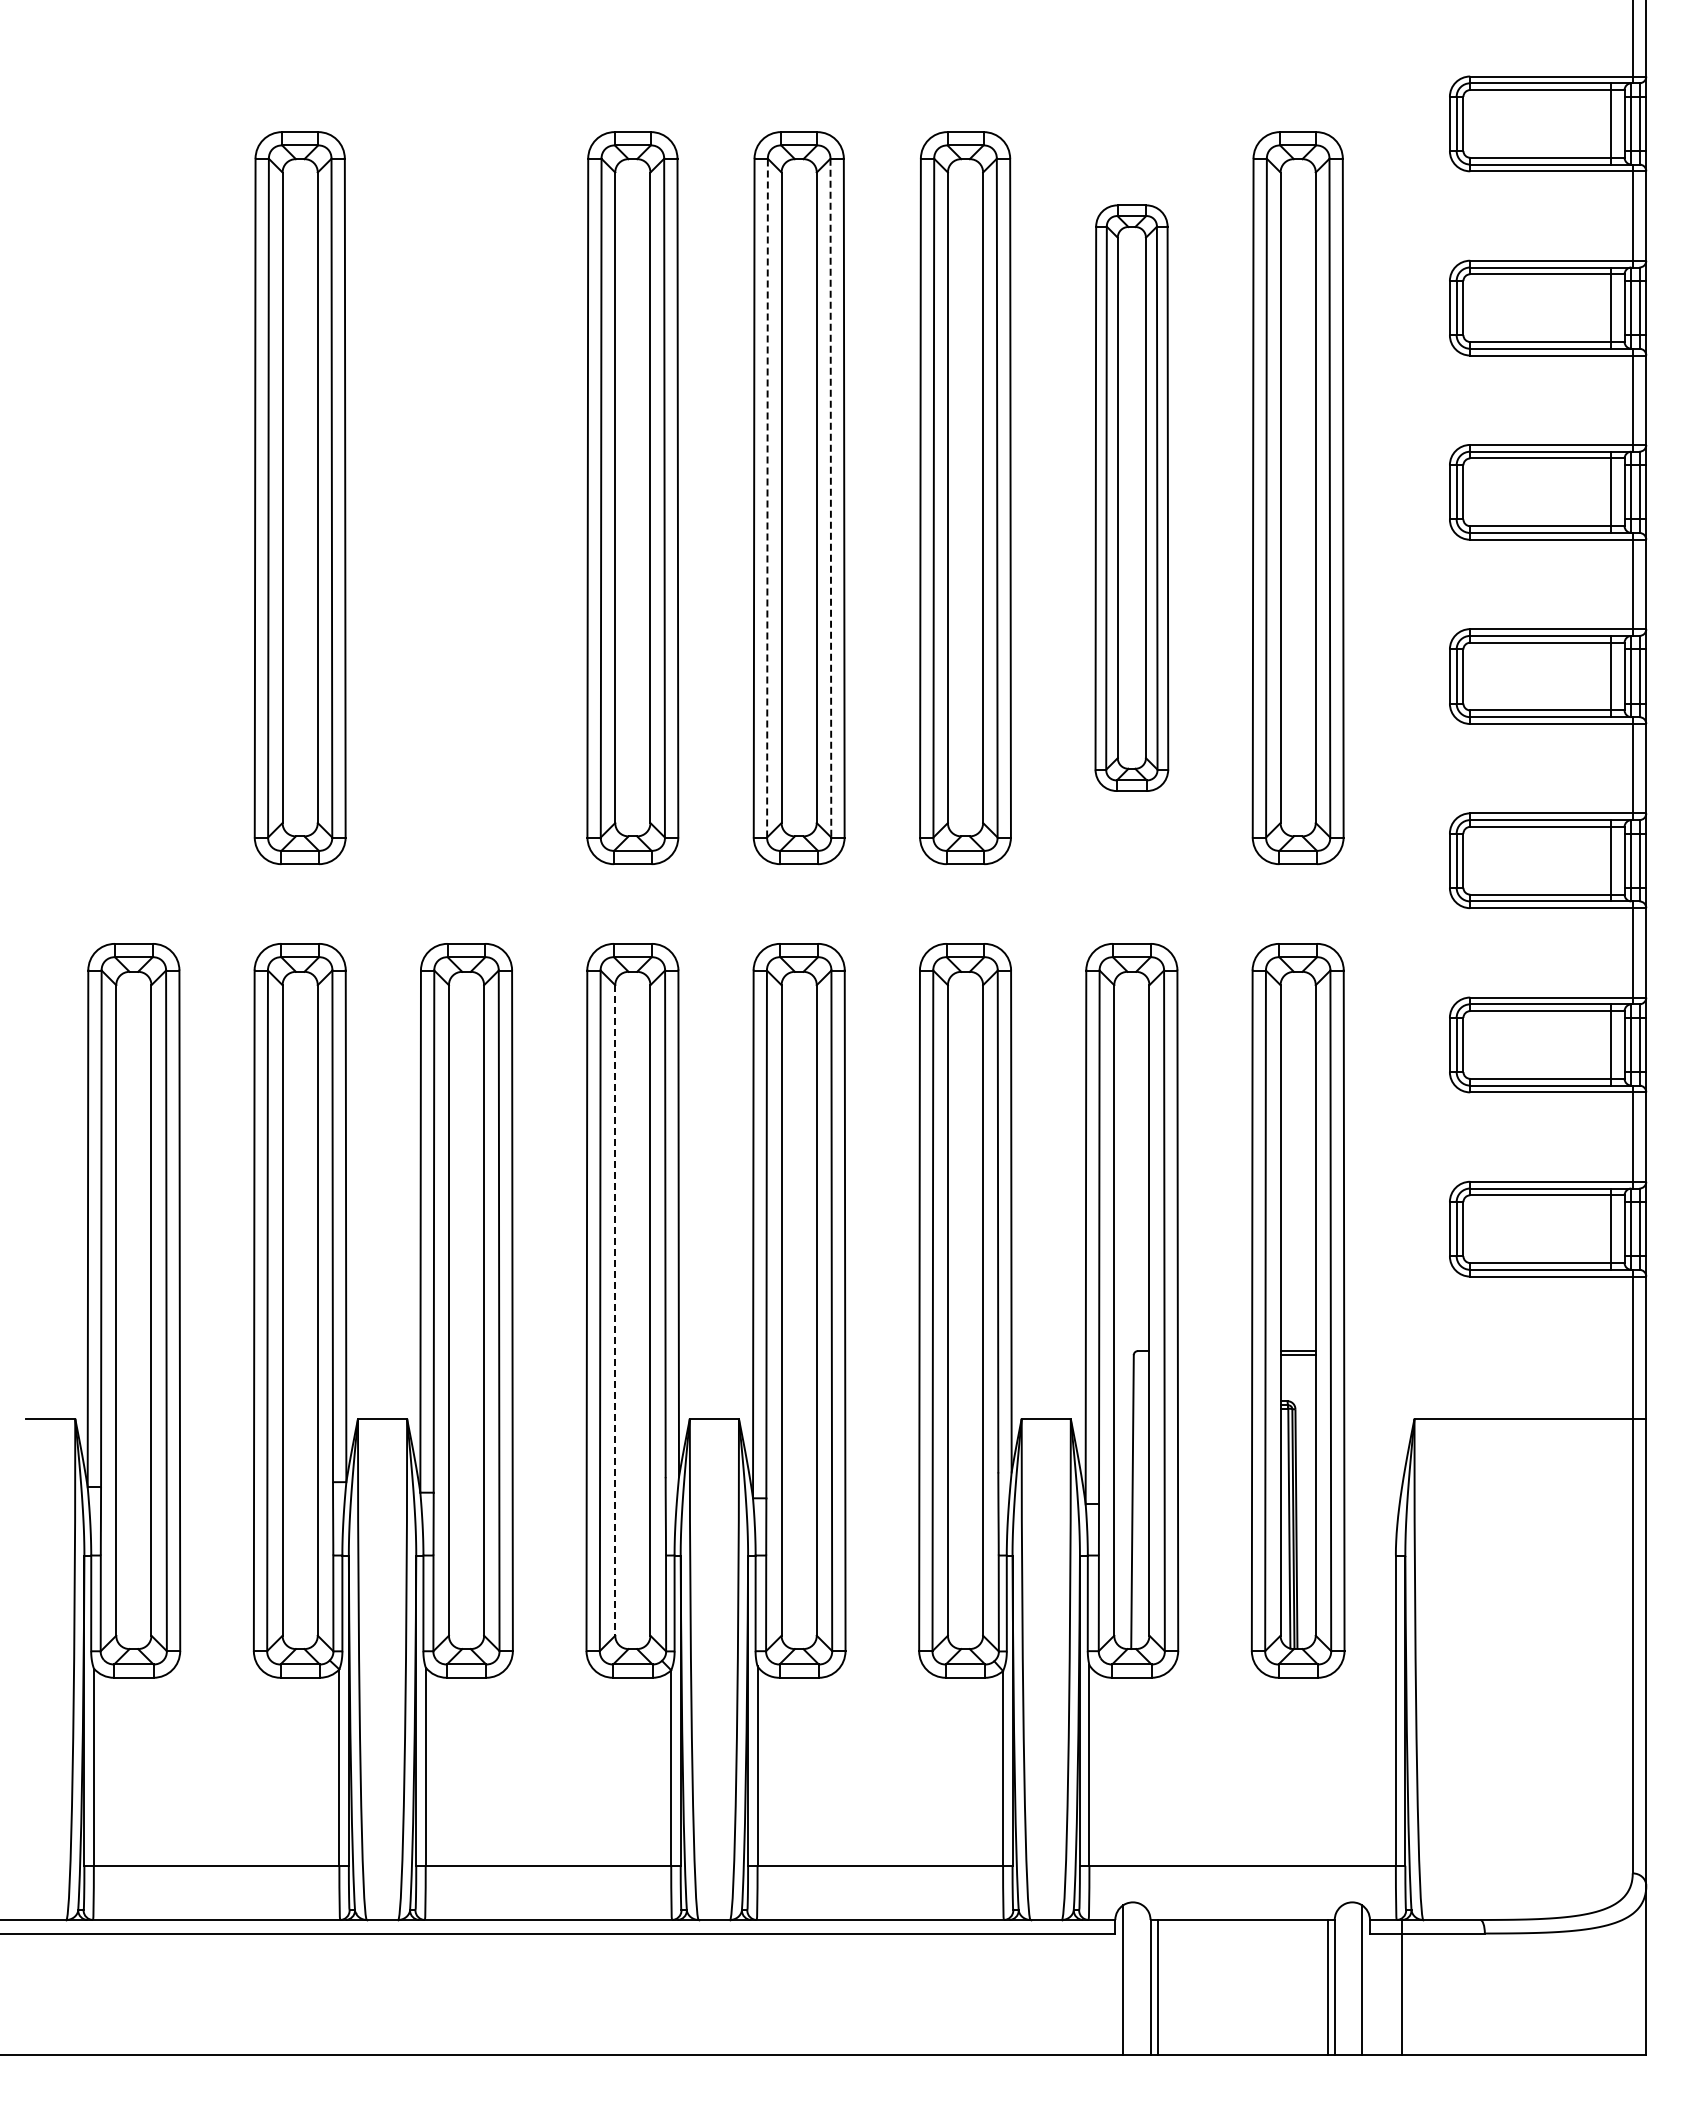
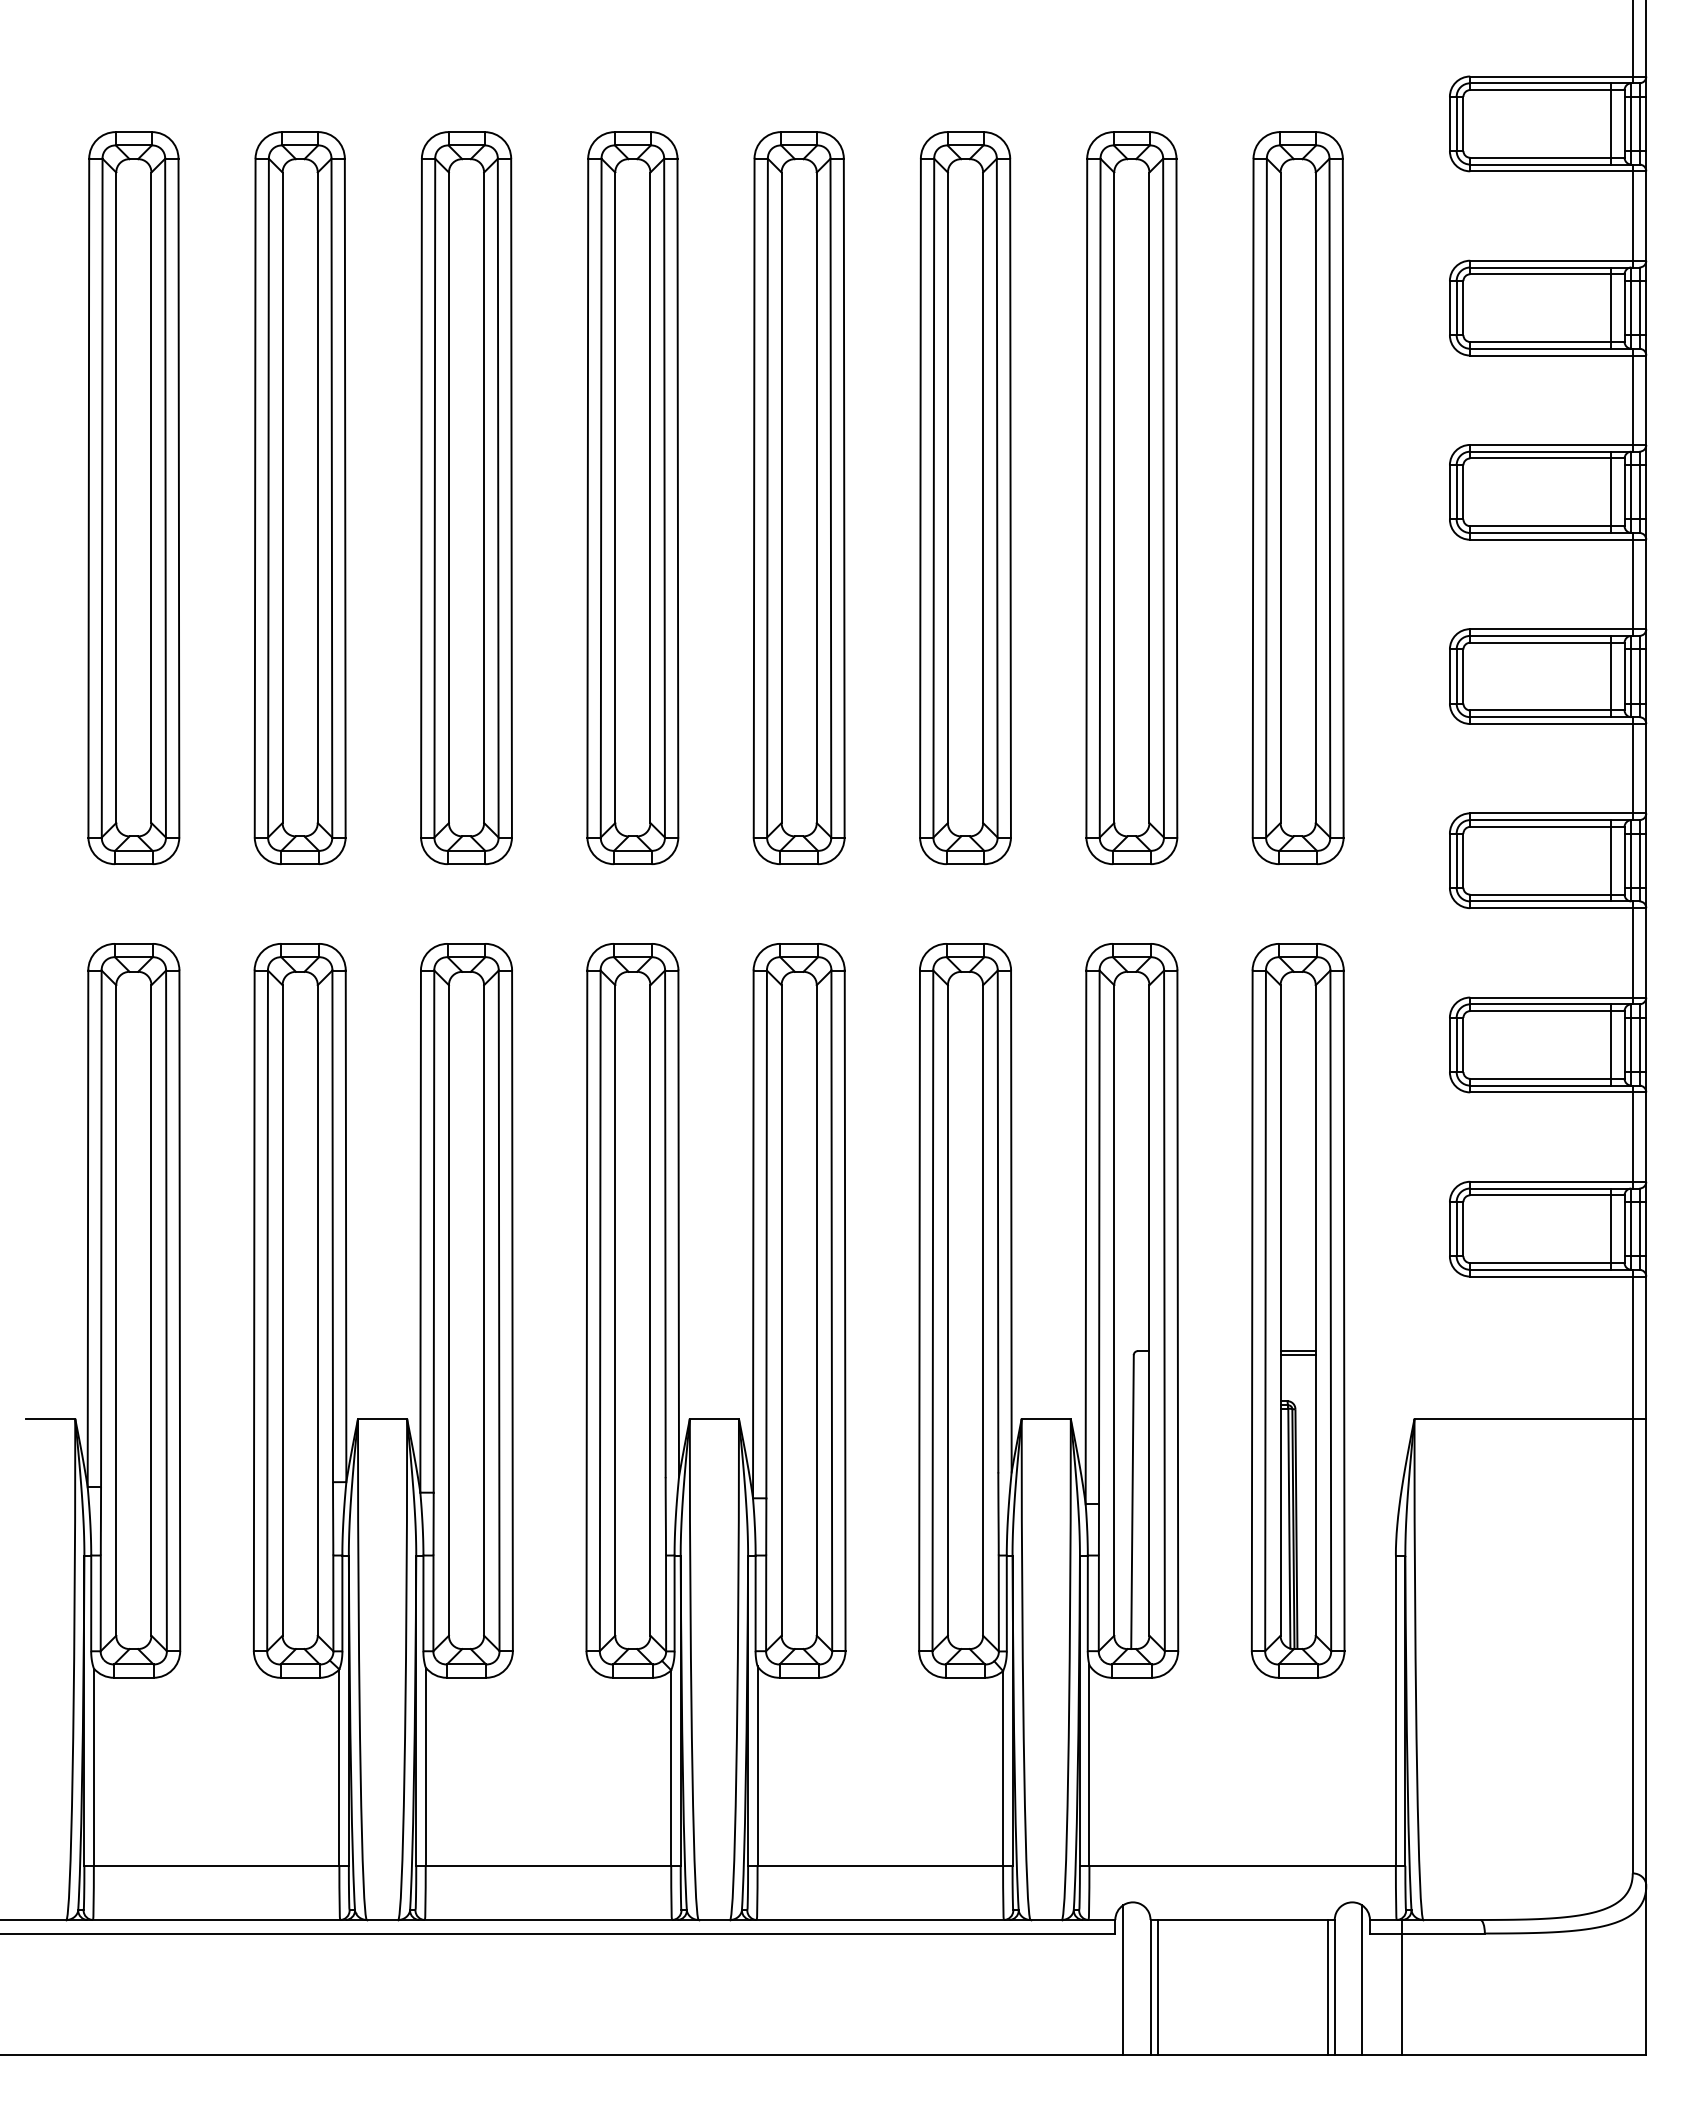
part at (466, 497): none -> present
line at (767, 497): dashed -> solid
part at (1131, 497) size: 76x588 px -> 94x735 px
part at (133, 498): none -> present
line at (830, 498): dashed -> solid
line at (615, 1310): dashed -> solid
